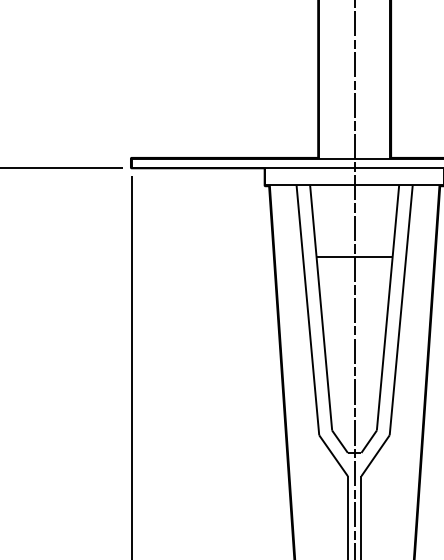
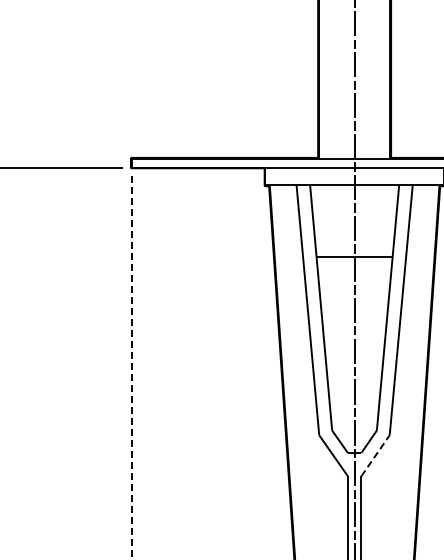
line at (131, 368): solid -> dashed
line at (375, 455): solid -> dashed
